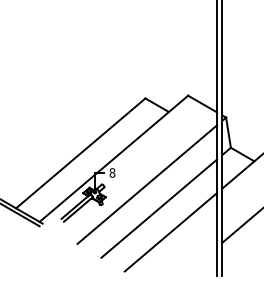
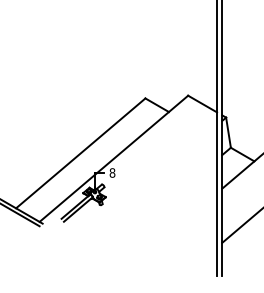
line at (147, 184): present -> none
line at (159, 208): present -> none
line at (170, 232): present -> none
